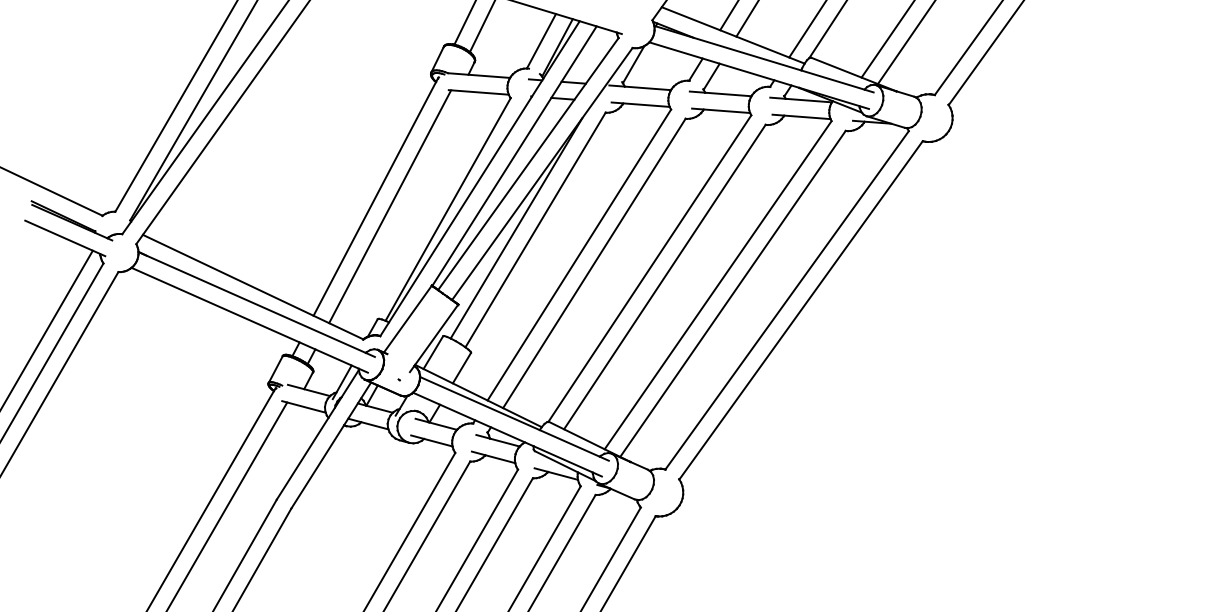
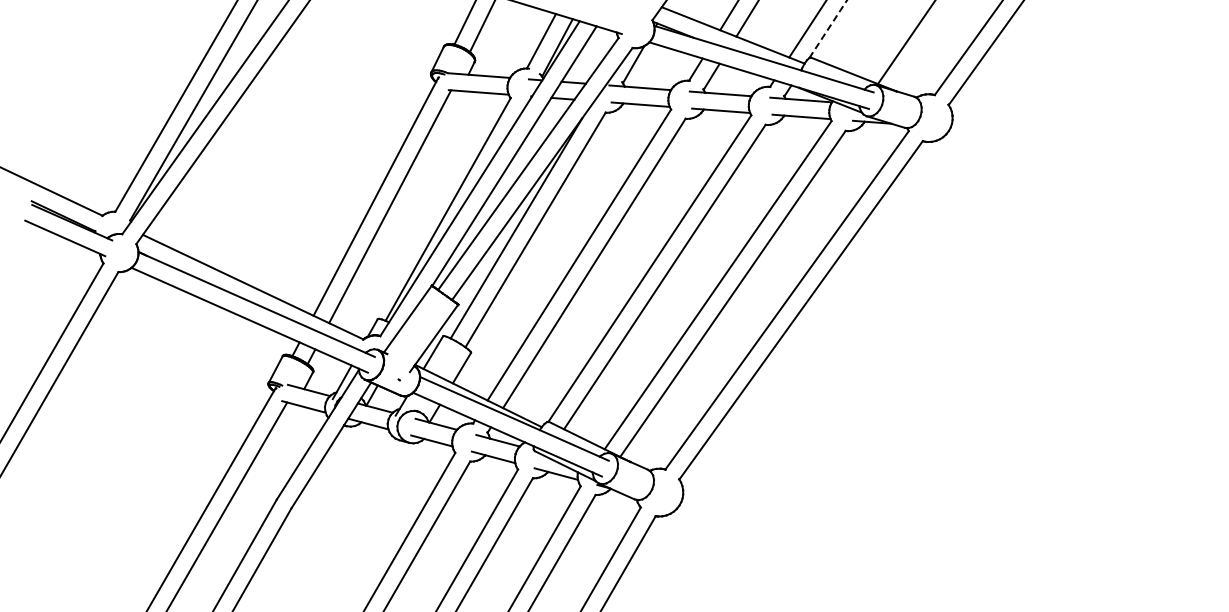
line at (828, 28): solid -> dashed
line at (887, 39): present -> none
line at (47, 328): present -> none
